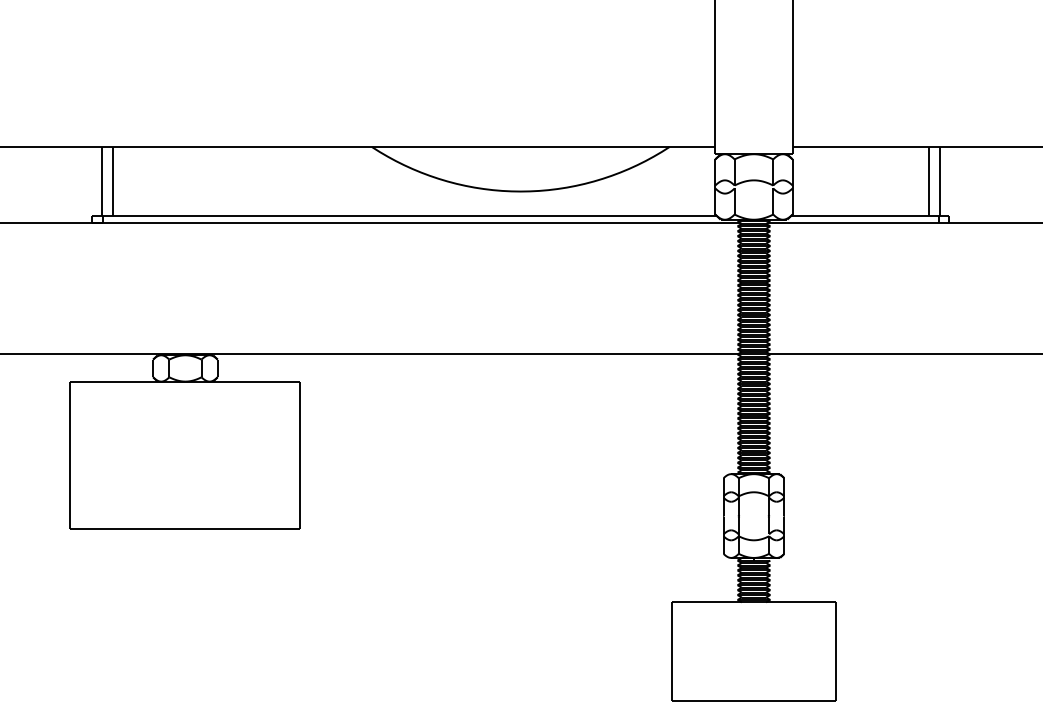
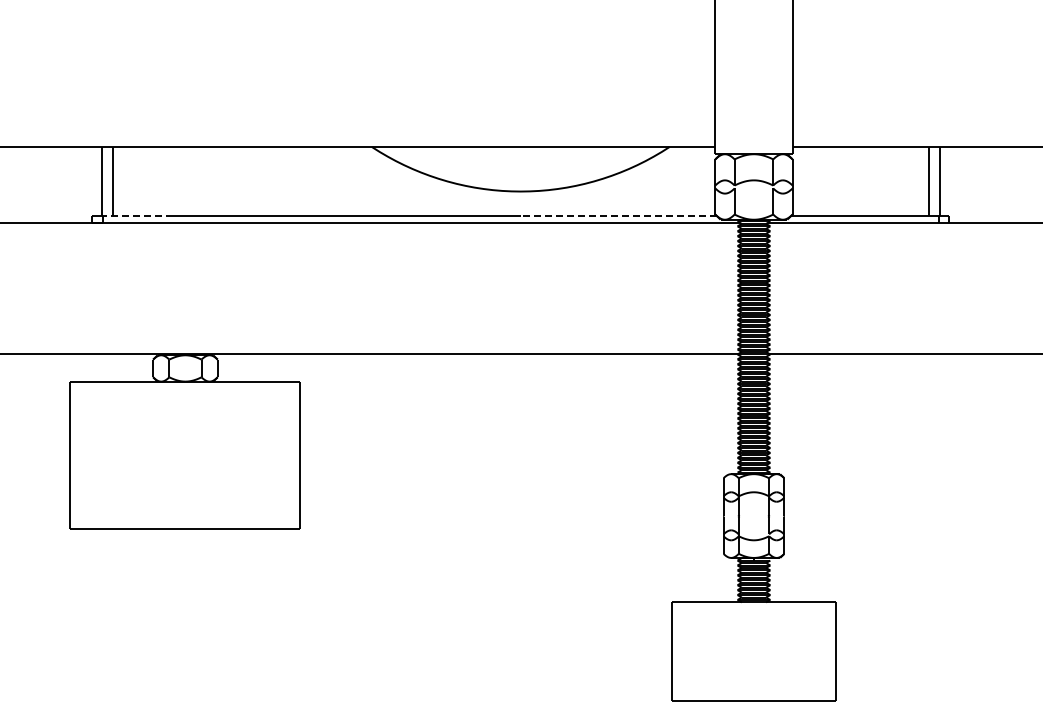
line at (137, 216): solid -> dashed
line at (618, 216): solid -> dashed
